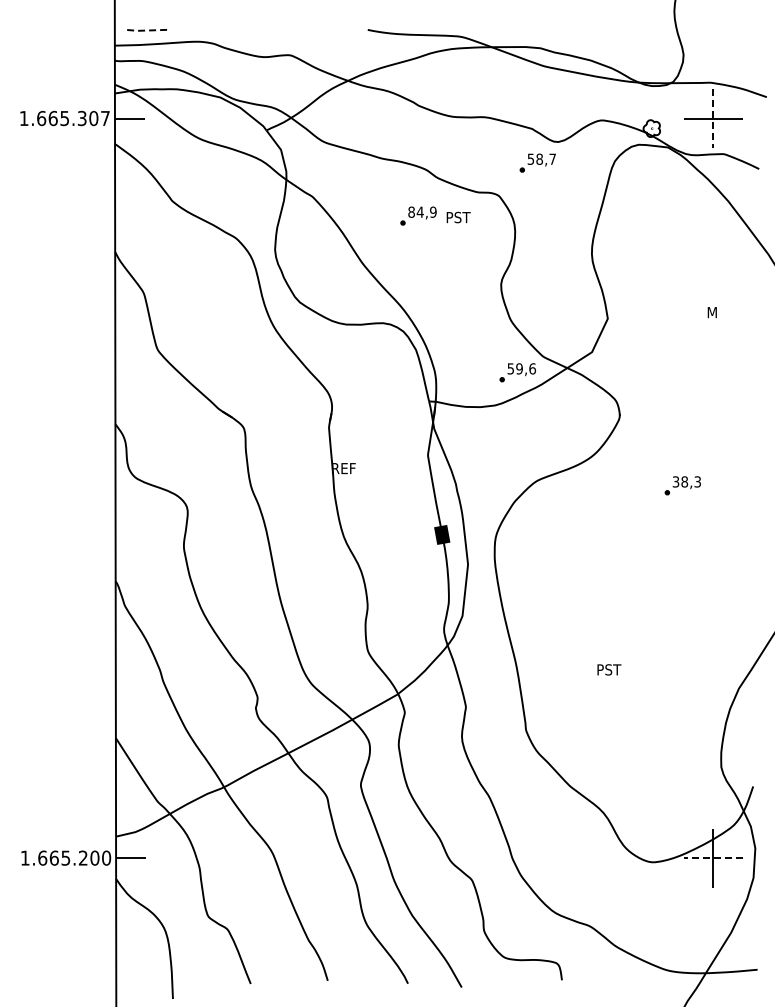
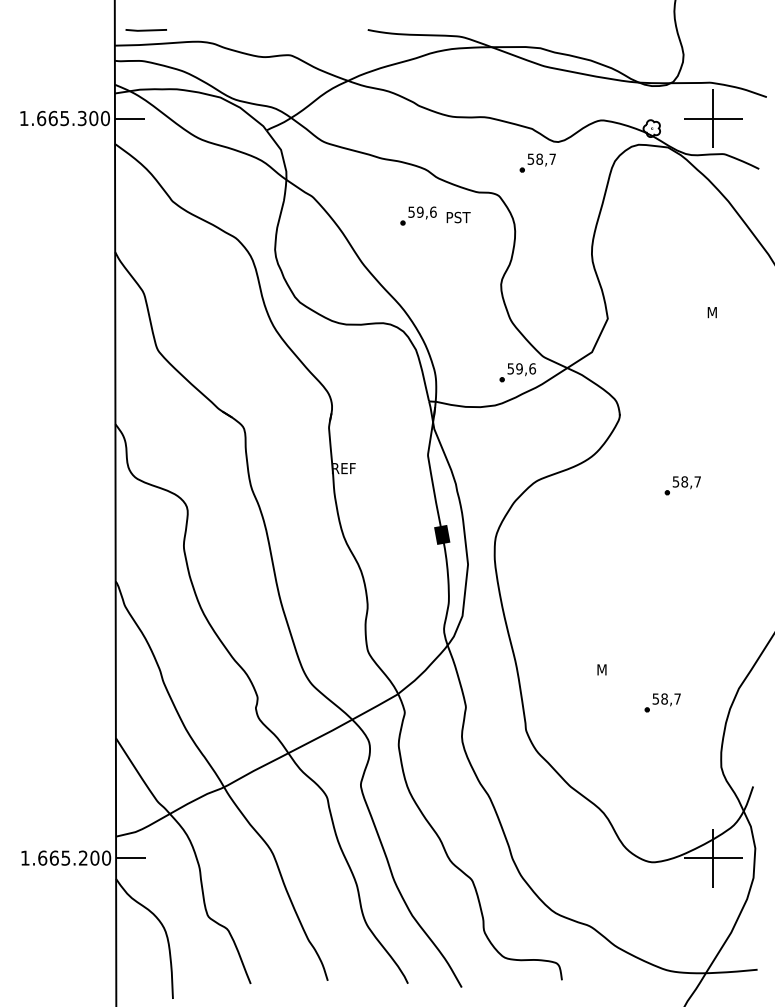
line at (145, 30): dashed -> solid
text at (105, 118): 1.665.307 -> 1.665.300
line at (713, 118): dashed -> solid
text at (422, 211): 84,9 -> 59,6
text at (686, 481): 38,3 -> 58,7
text at (609, 669): PST -> M
part at (662, 702): none -> present
line at (713, 858): dashed -> solid
